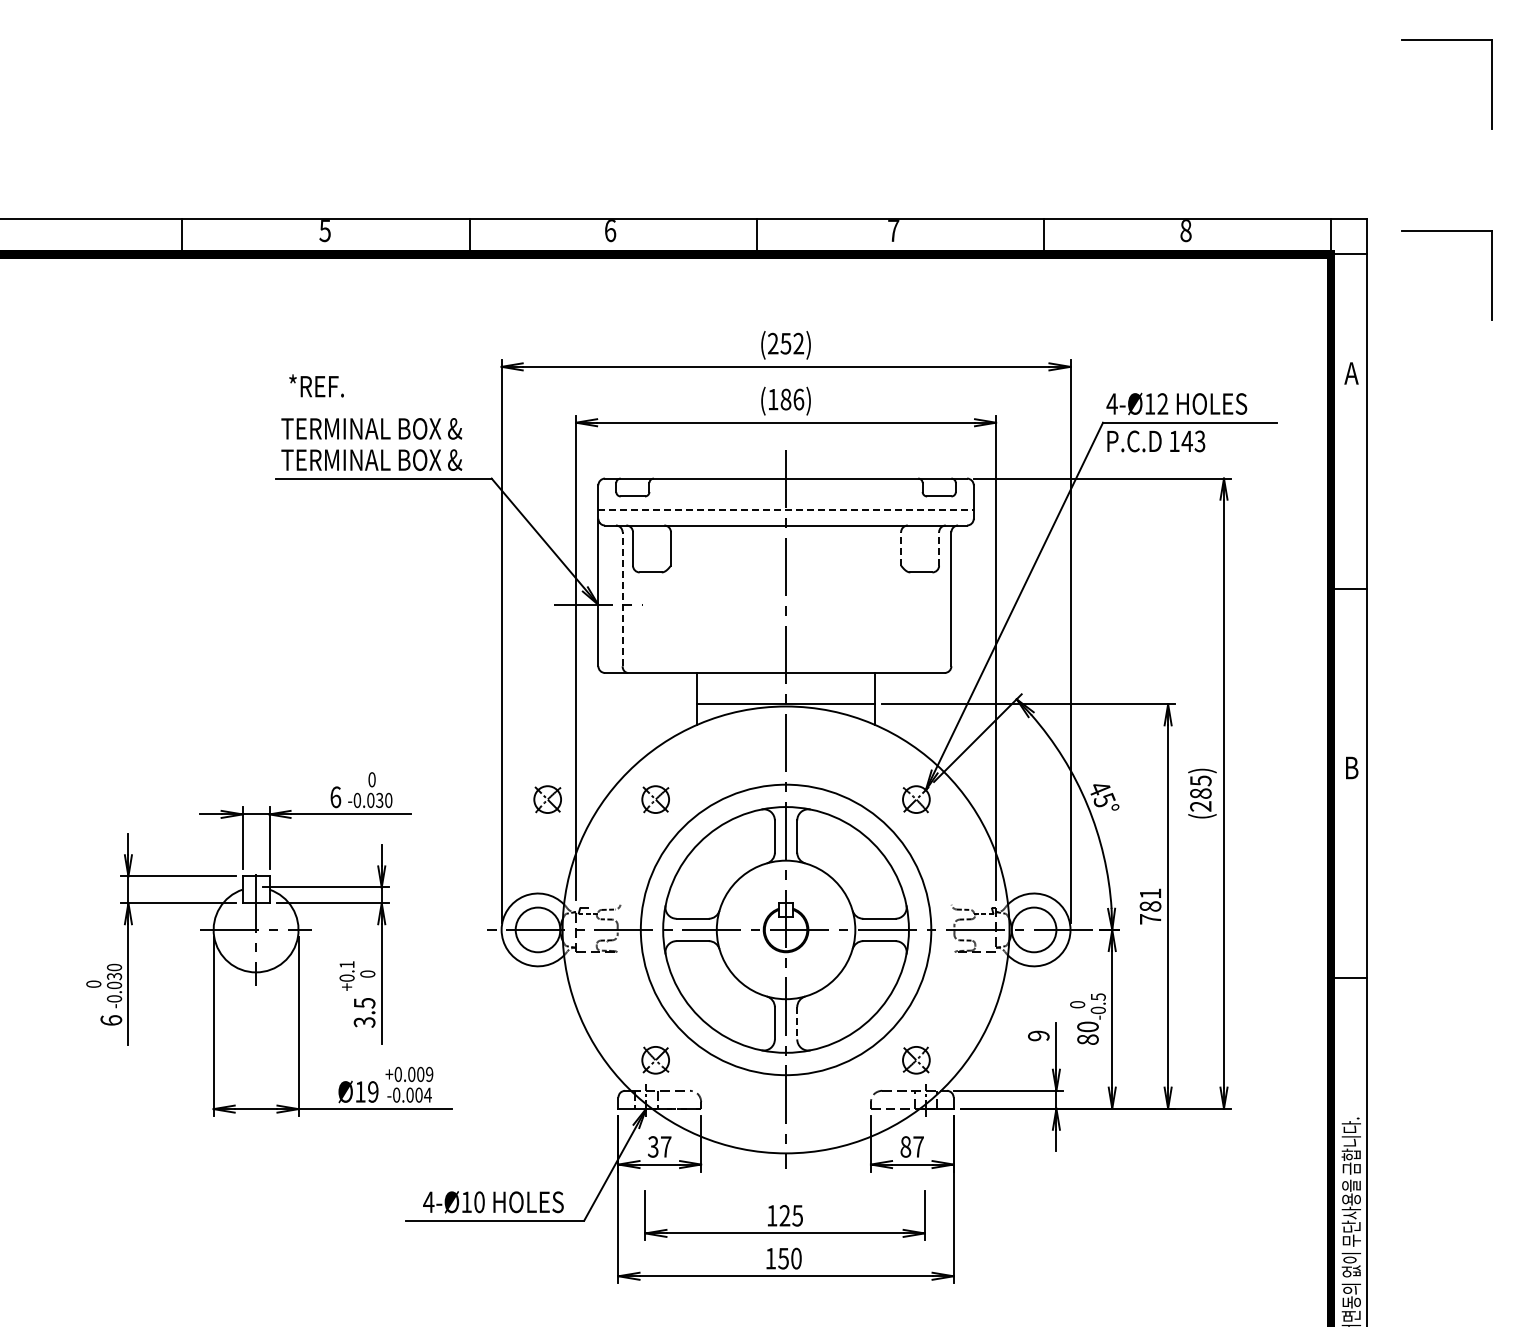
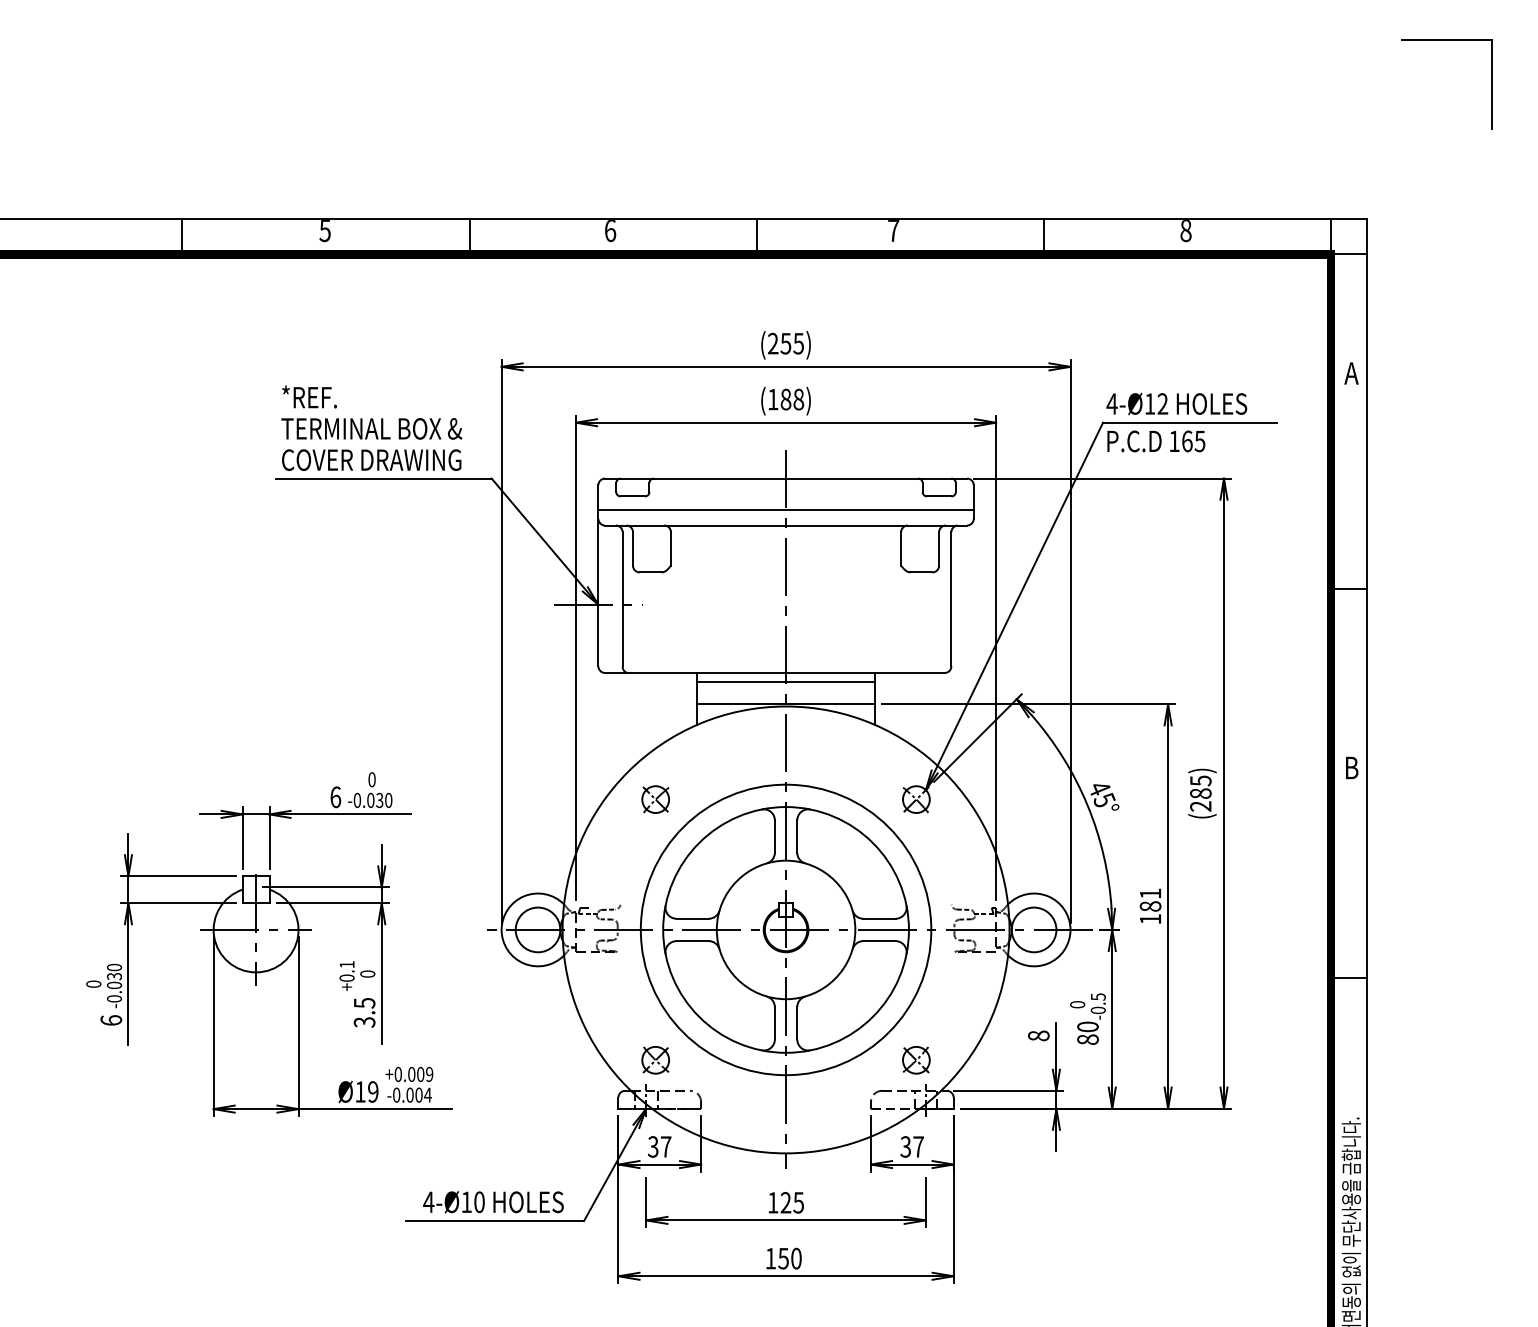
part at (1446, 231): present -> none
text at (798, 343): (252) -> (255)
text at (316, 385) position: (316, 385) -> (309, 396)
text at (798, 399): (186) -> (188)
text at (1193, 441): 143 -> 165
text at (371, 459): TERMINAL BOX & -> COVER DRAWING
line at (786, 509): dashed -> solid
line at (901, 548): dashed -> solid
line at (939, 548): dashed -> solid
line at (622, 598): dashed -> solid
line at (785, 681): none -> present
part at (547, 799): present -> none
text at (1150, 919): 781 -> 181
line at (797, 1023): dashed -> solid
text at (1038, 1035): 9 -> 8
text at (905, 1146): 87 -> 37
part at (784, 1215) position: (784, 1215) -> (785, 1202)
